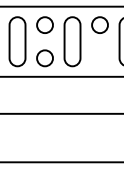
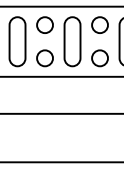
circle at (99, 58): none -> present
